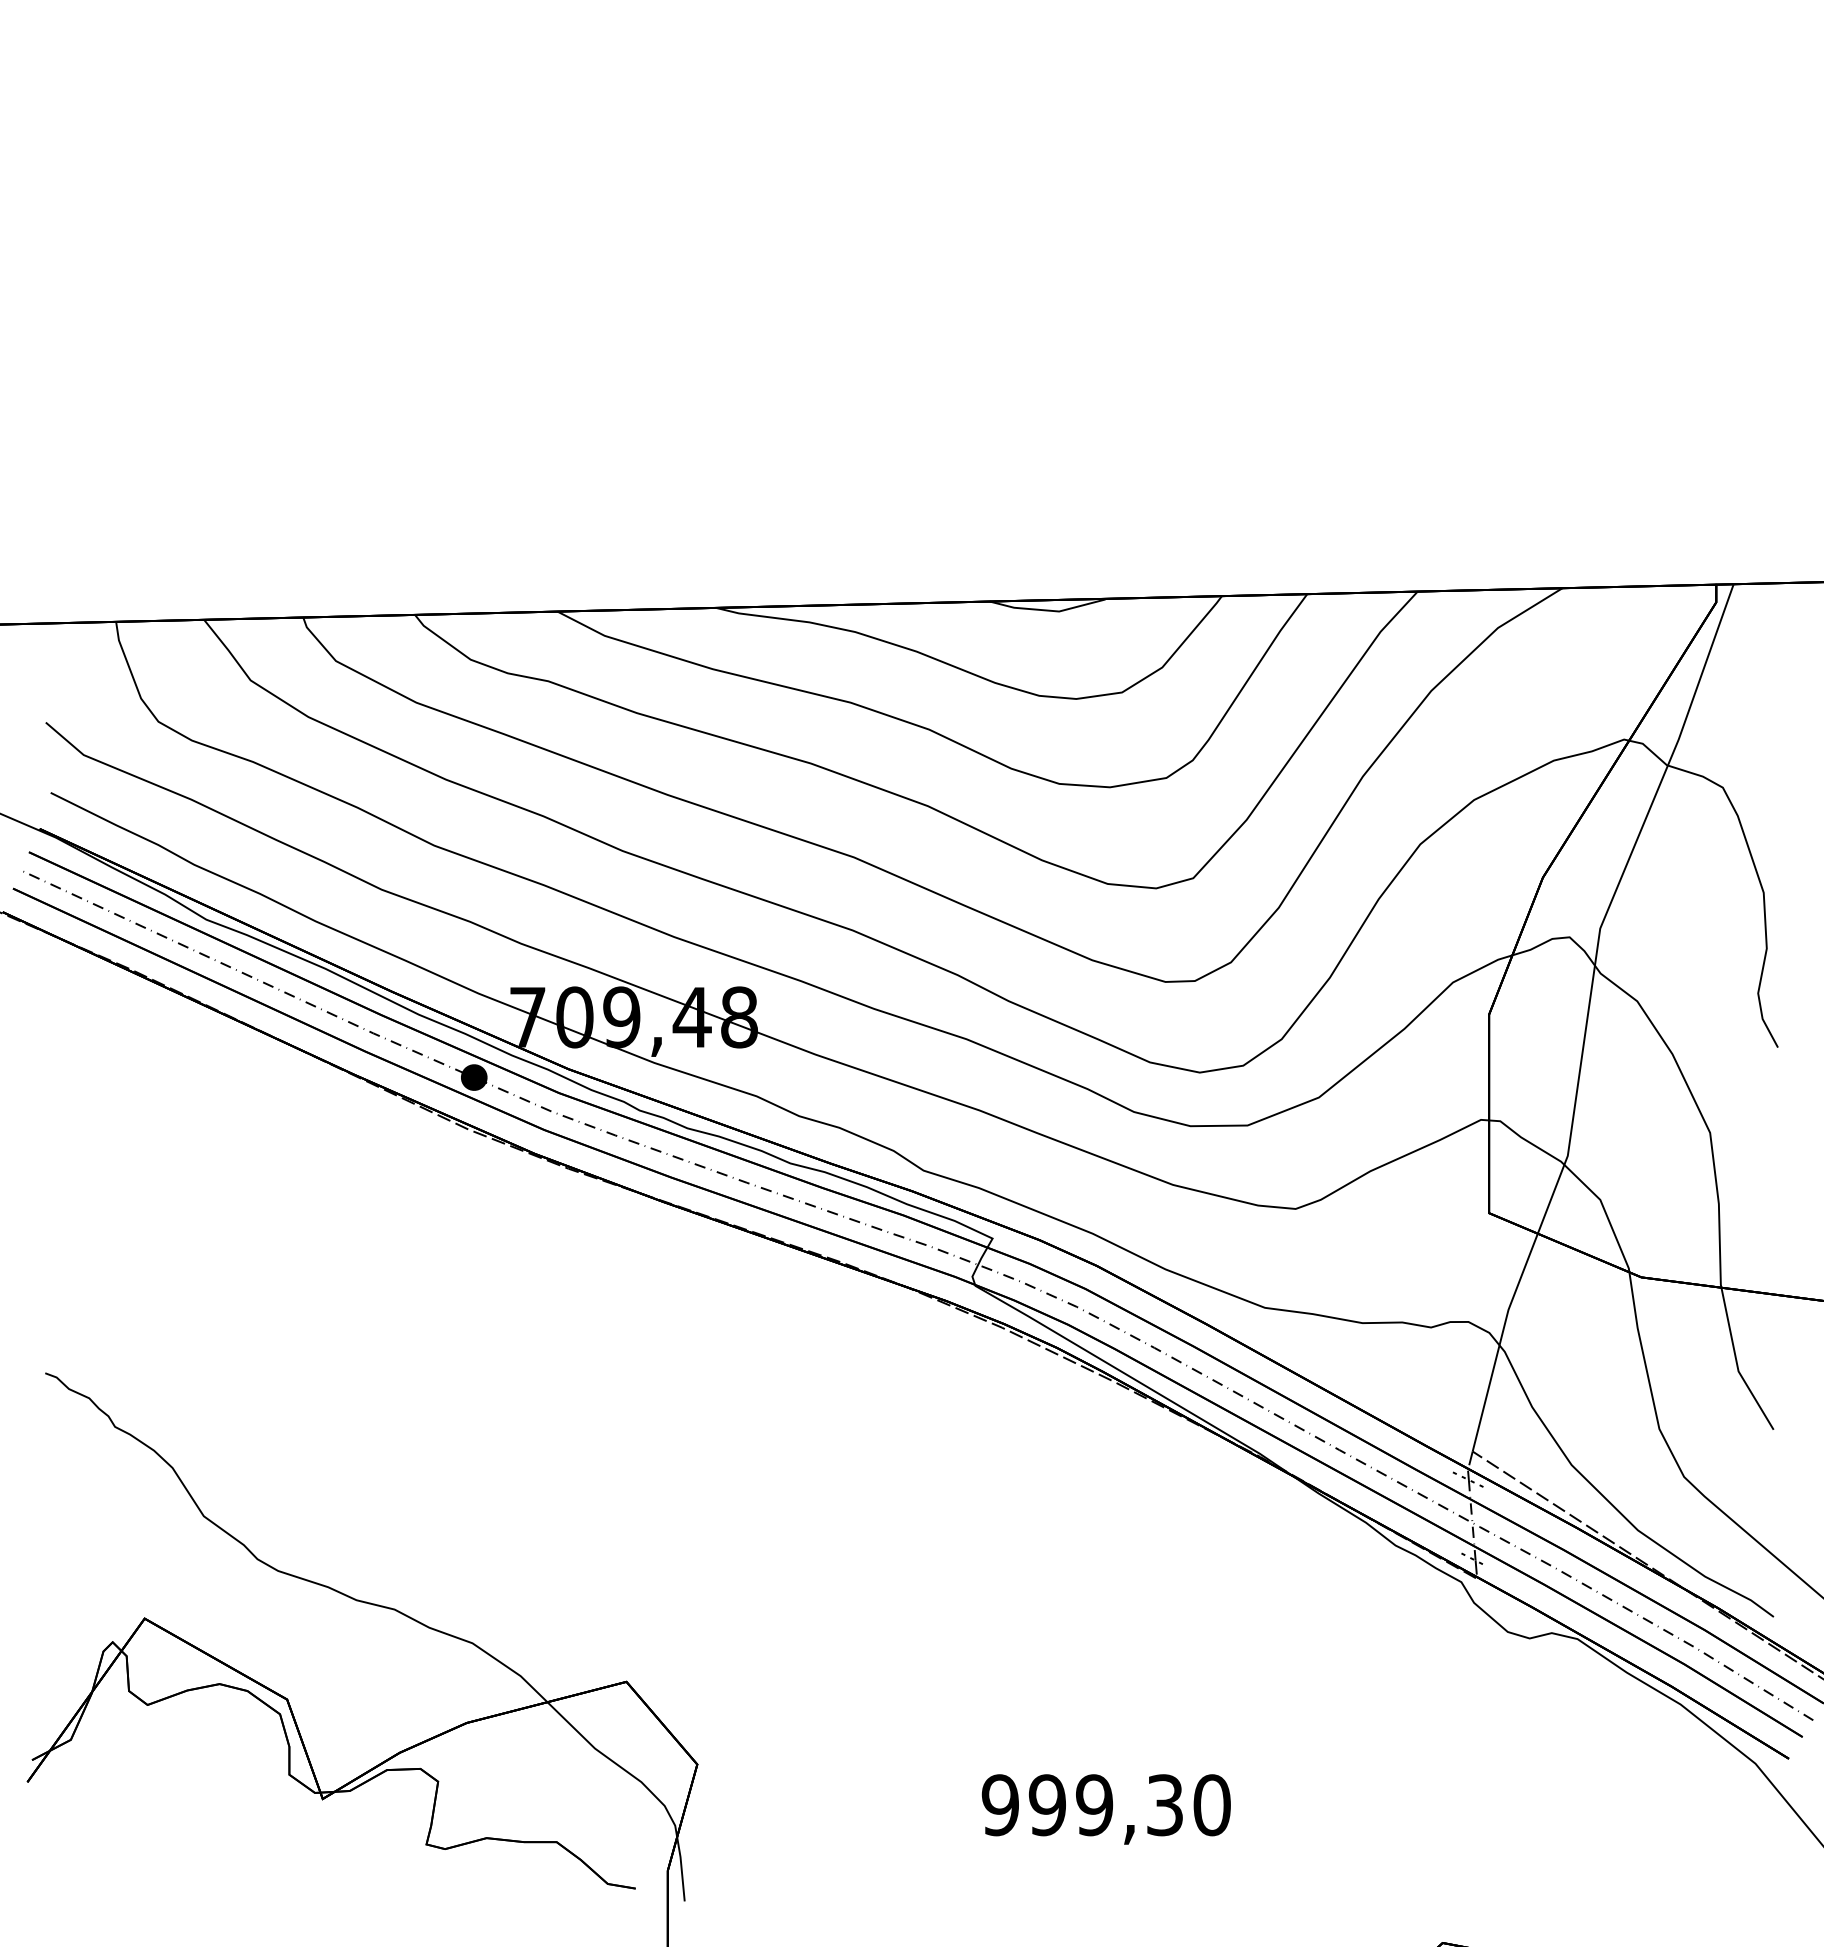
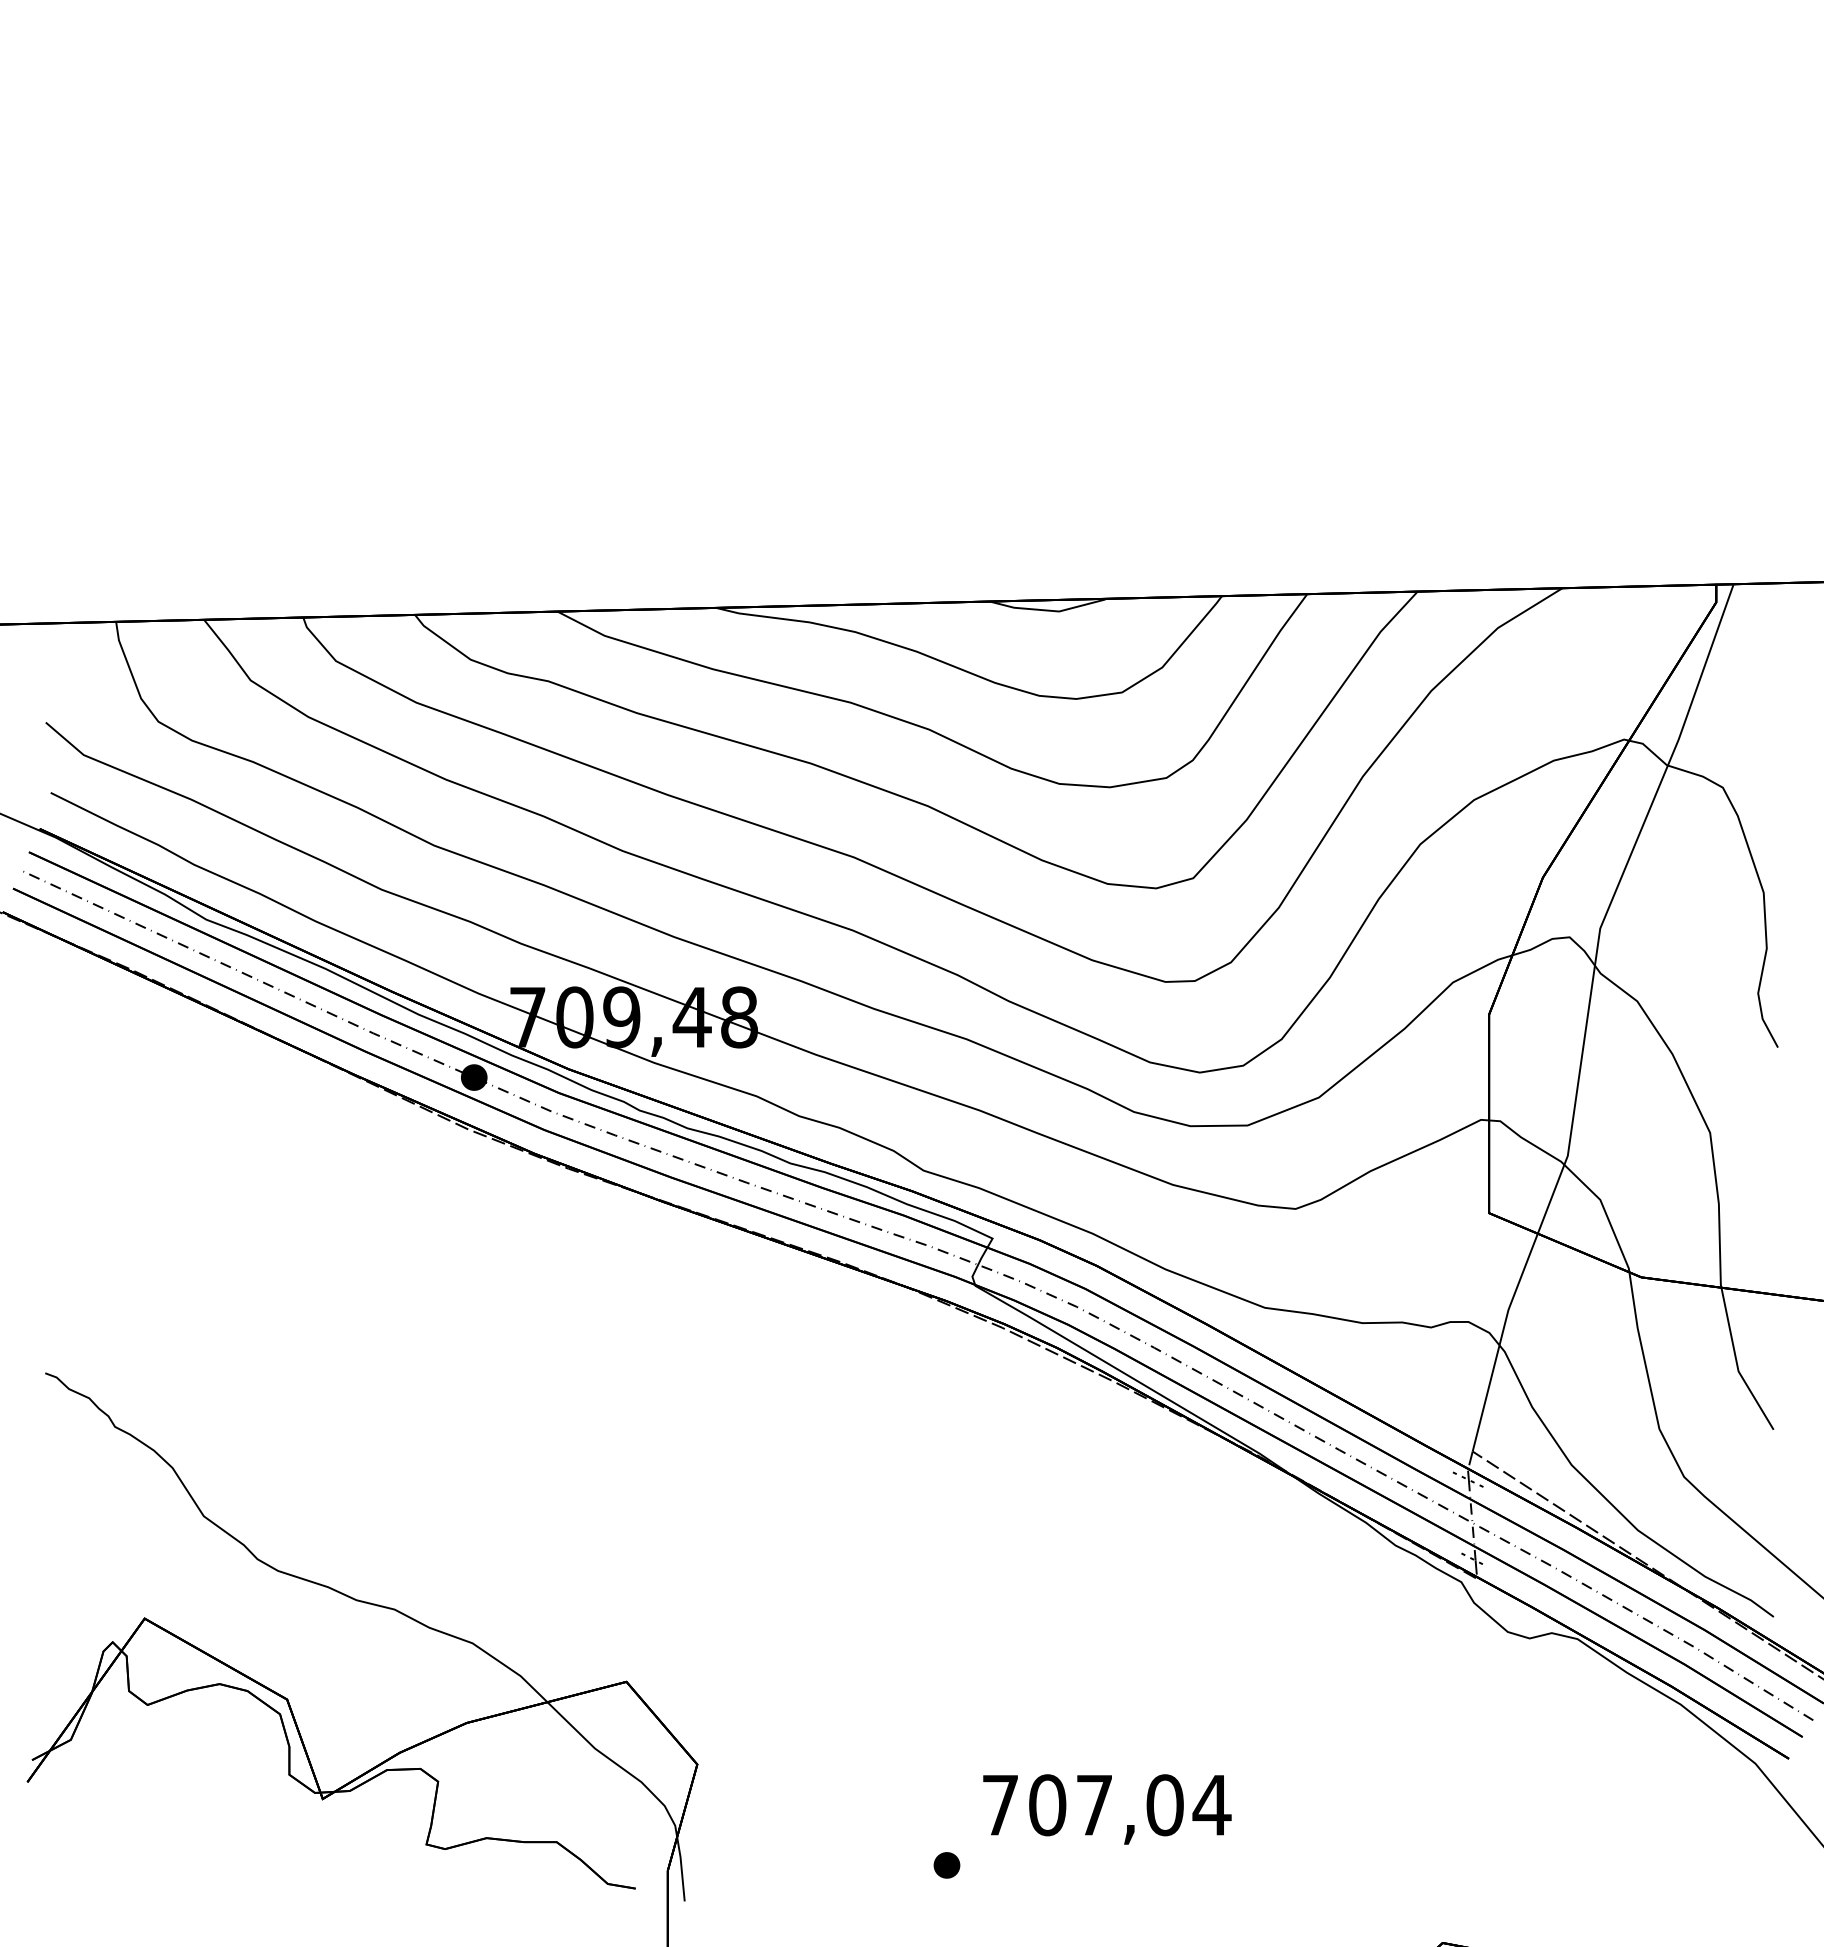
text at (1106, 1805): 999,30 -> 707,04
part at (946, 1865): none -> present
